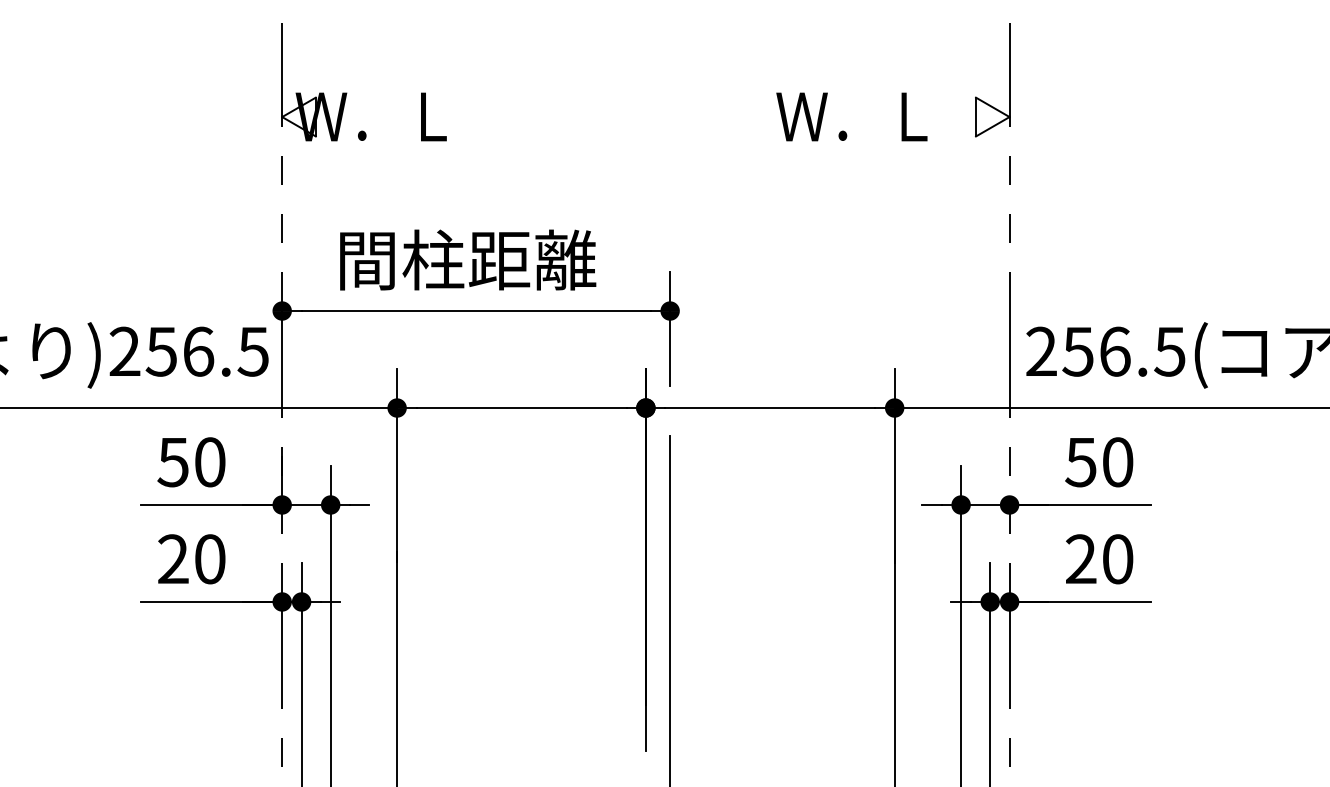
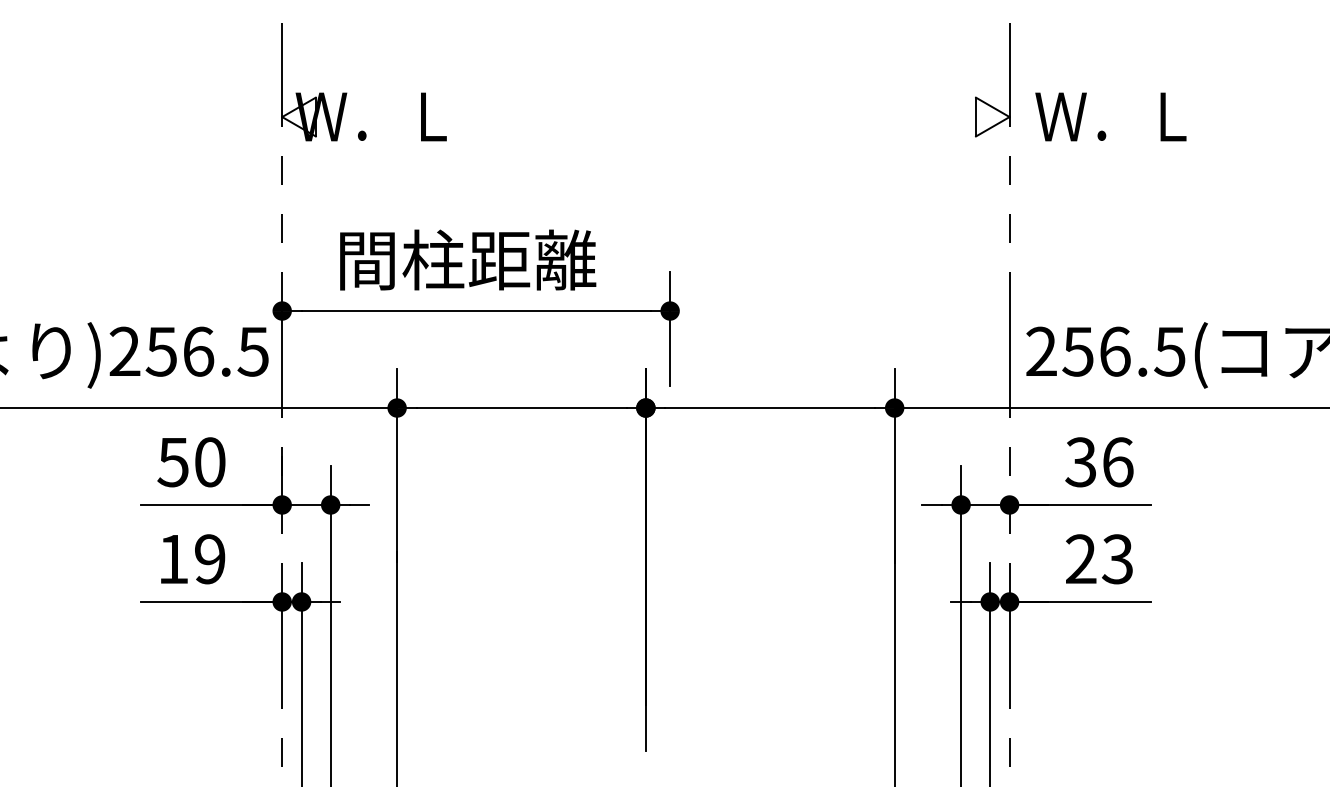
text at (851, 116) position: (851, 116) -> (1110, 116)
text at (1099, 462): 50 -> 36
text at (191, 559): 20 -> 19
text at (1117, 559): 20 -> 23
line at (670, 609): present -> none
